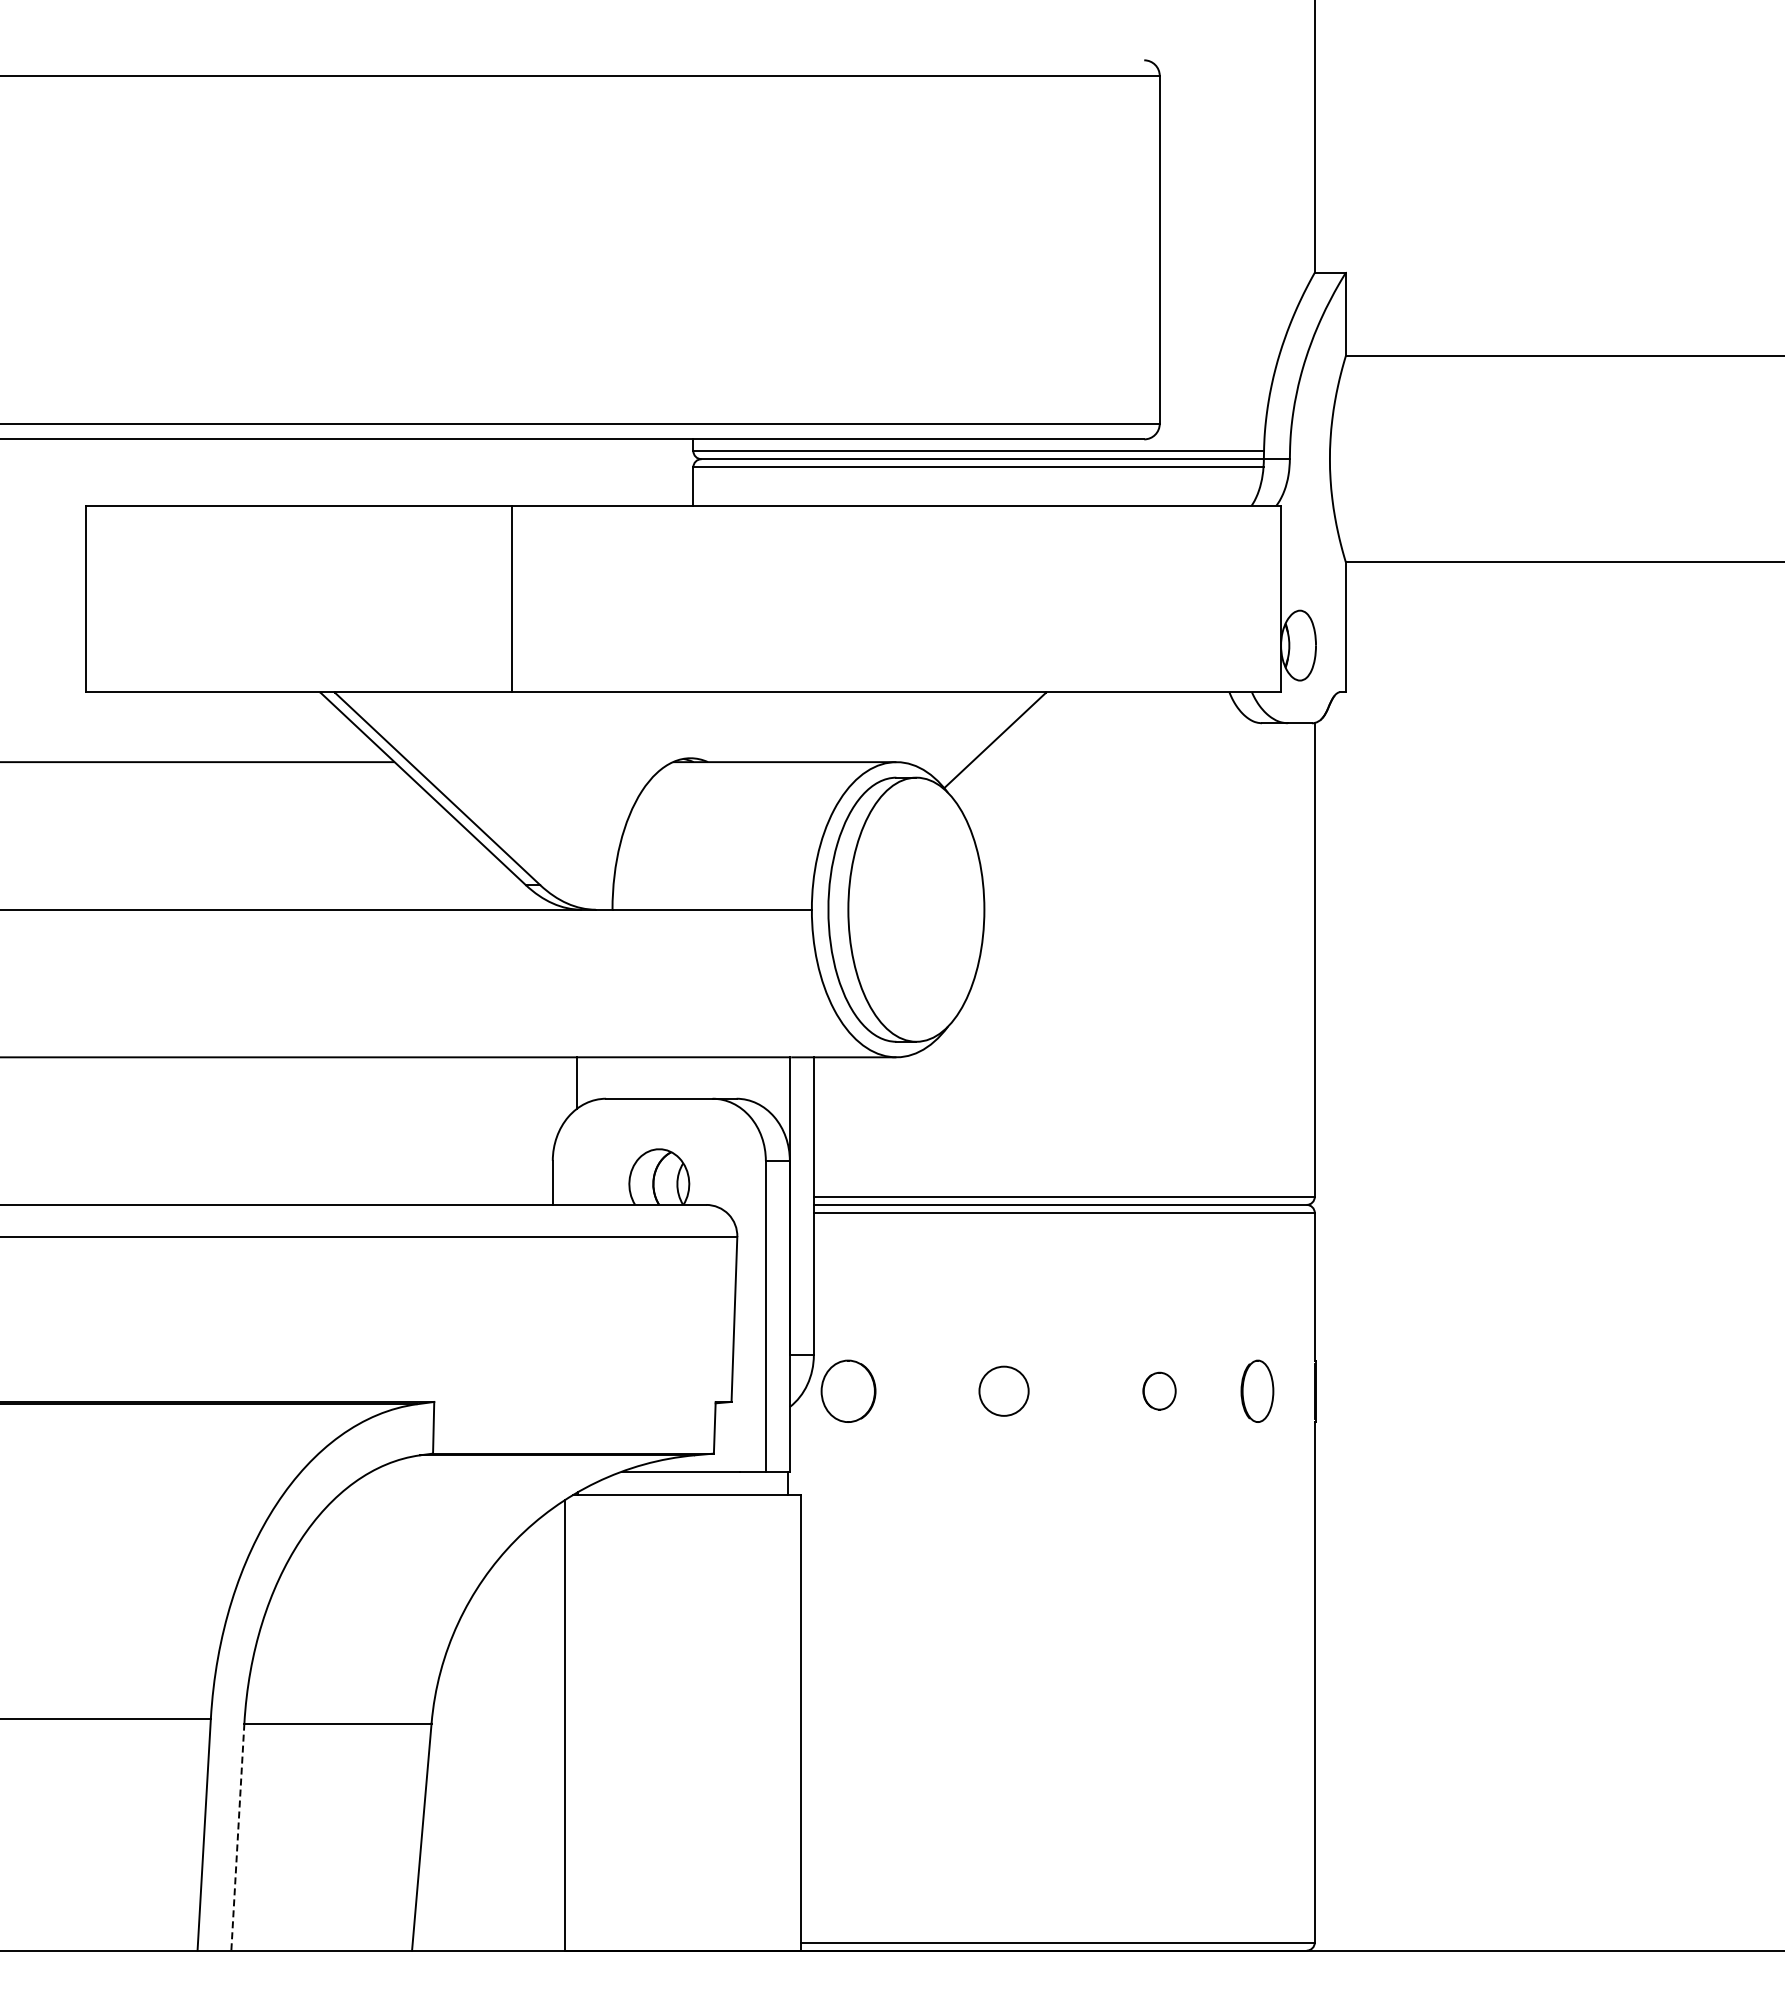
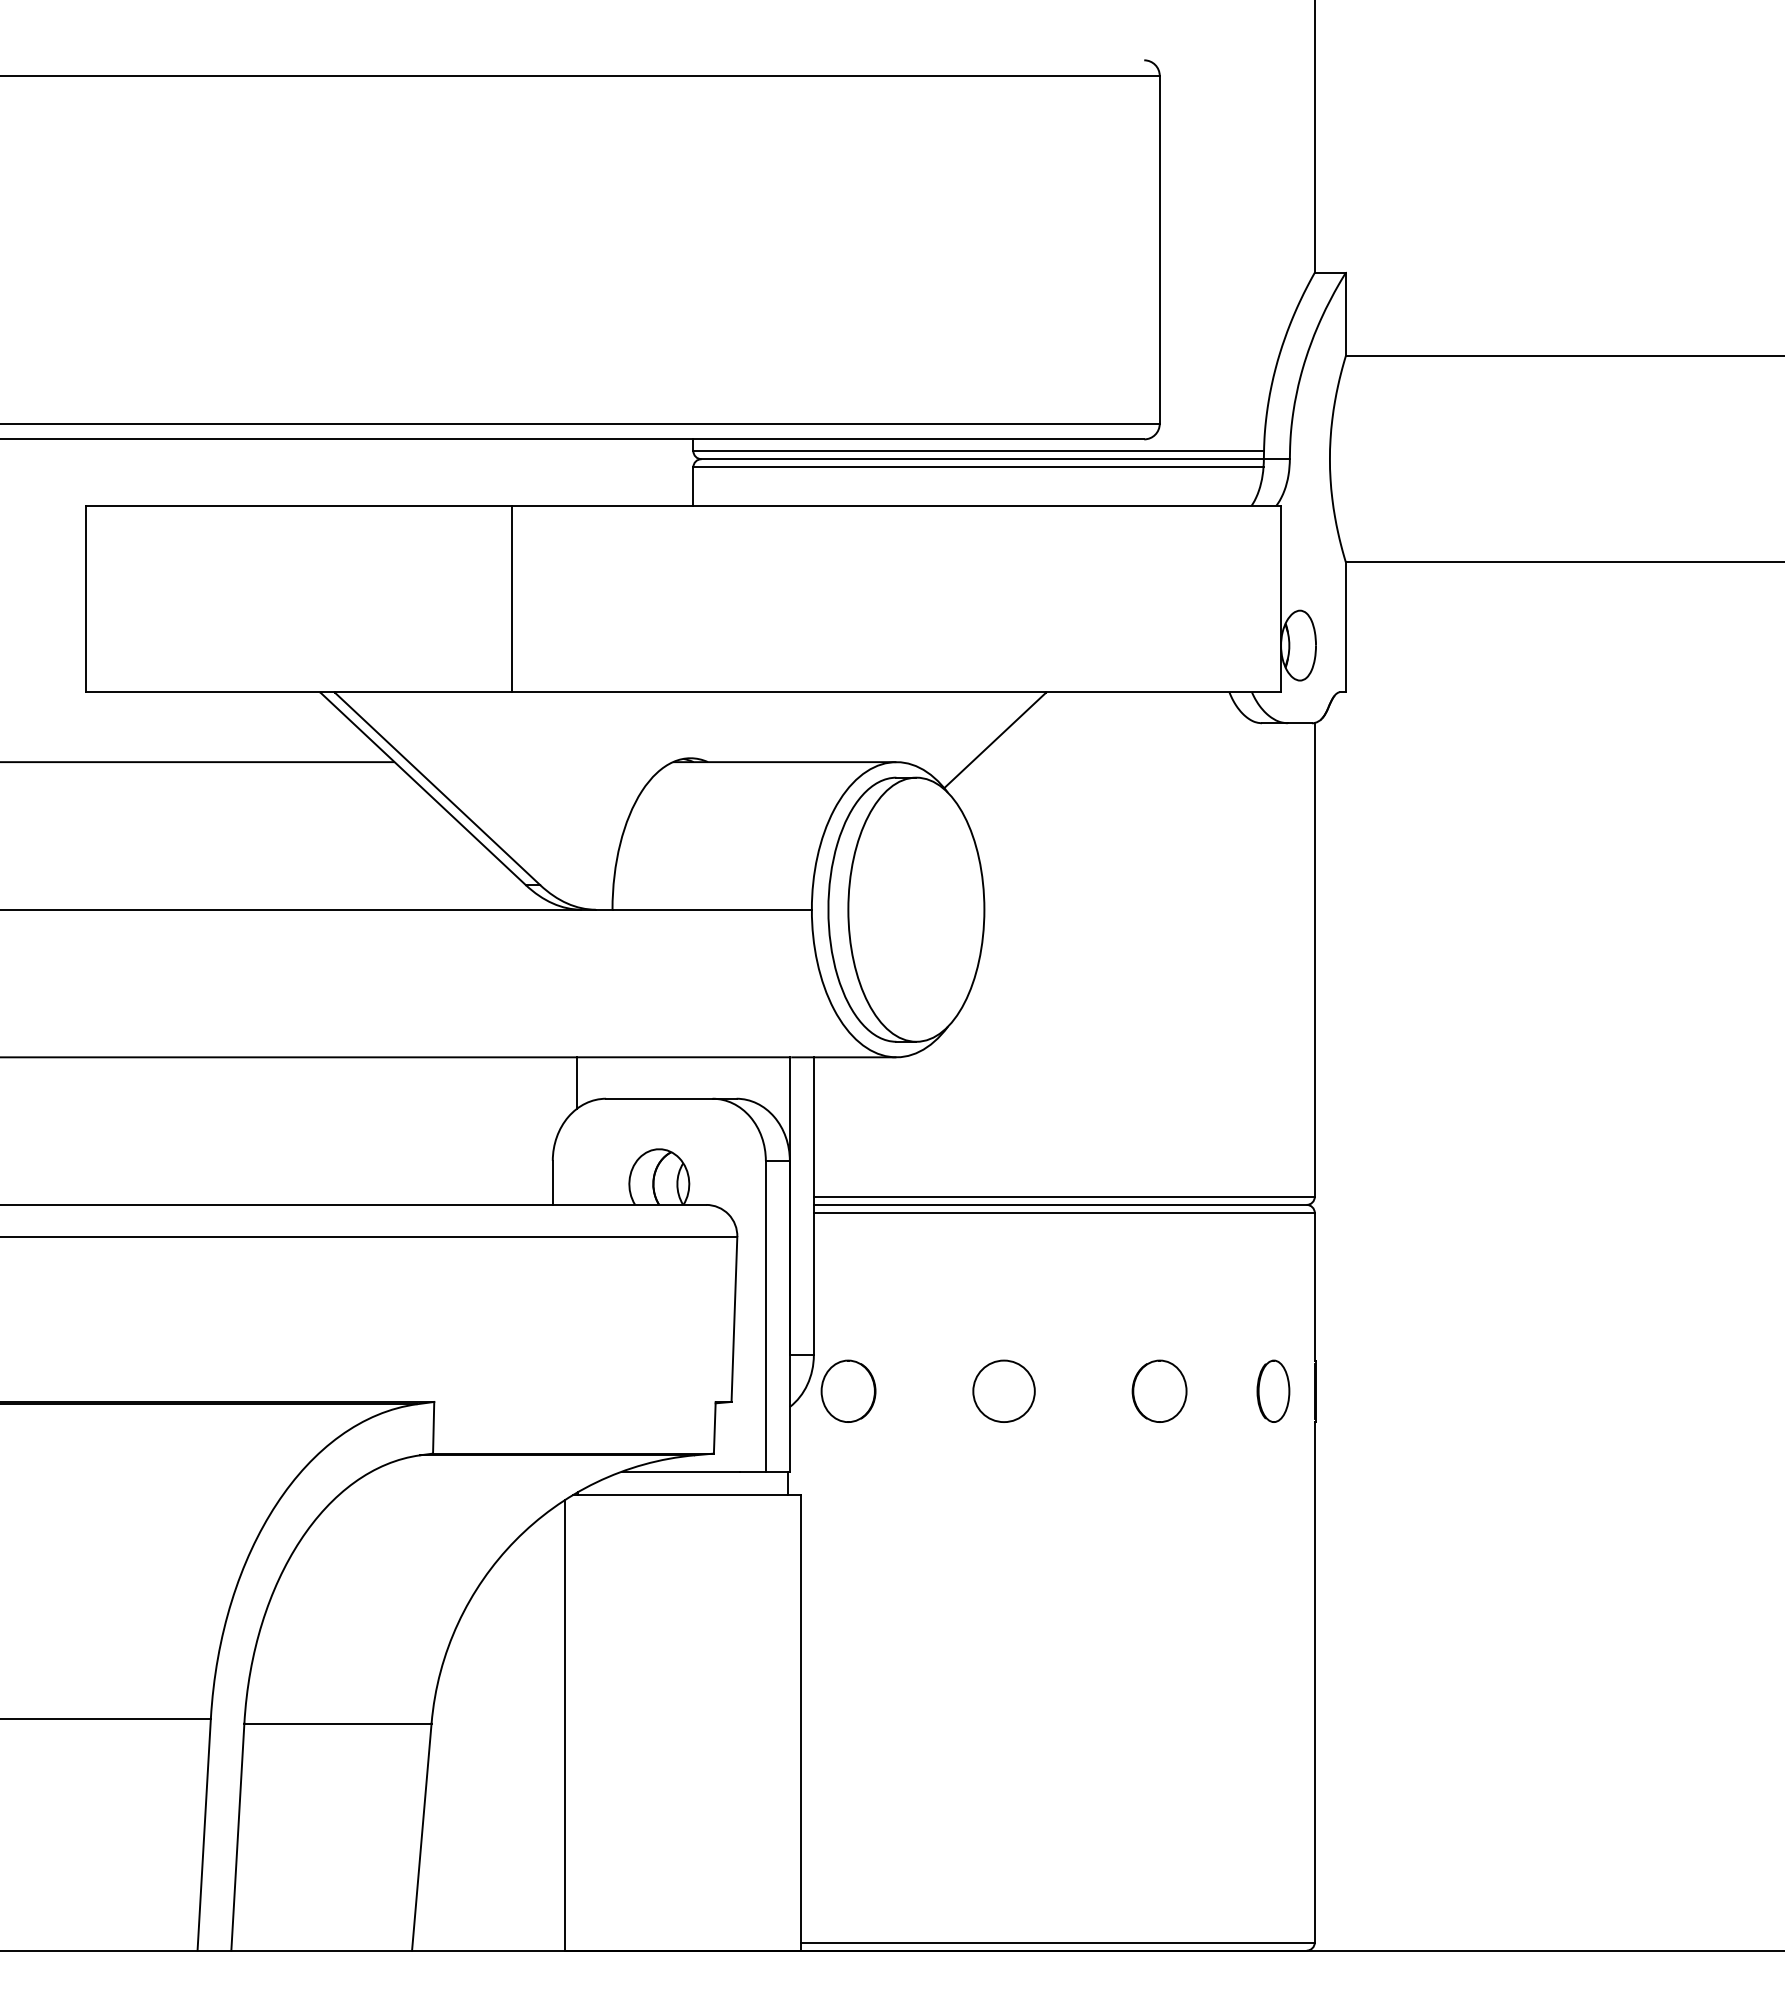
circle at (1003, 1390) size: 52x52 px -> 64x64 px
part at (1159, 1390) size: 35x40 px -> 57x64 px
part at (1257, 1390) position: (1257, 1390) -> (1273, 1390)
line at (237, 1837): dashed -> solid
